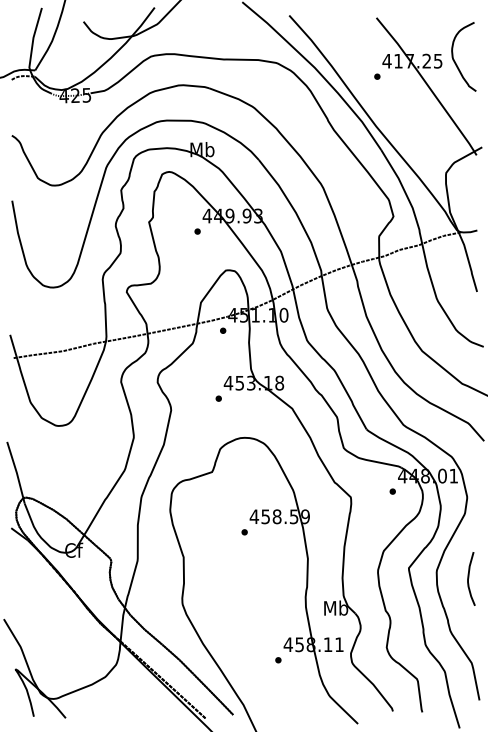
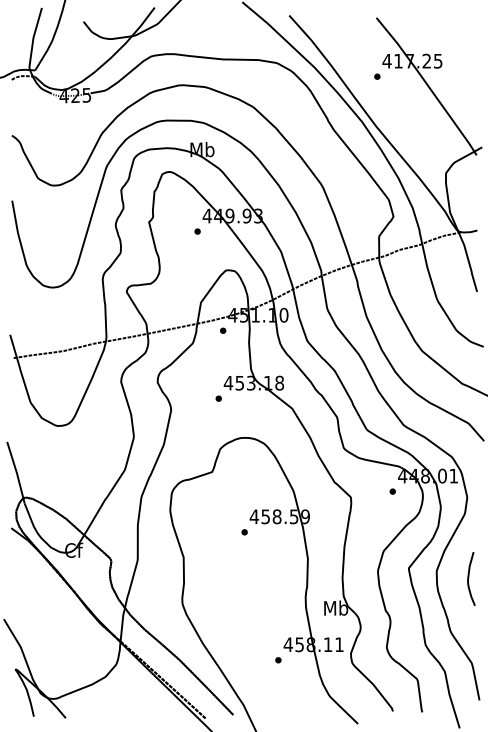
curve at (455, 61): present -> none
